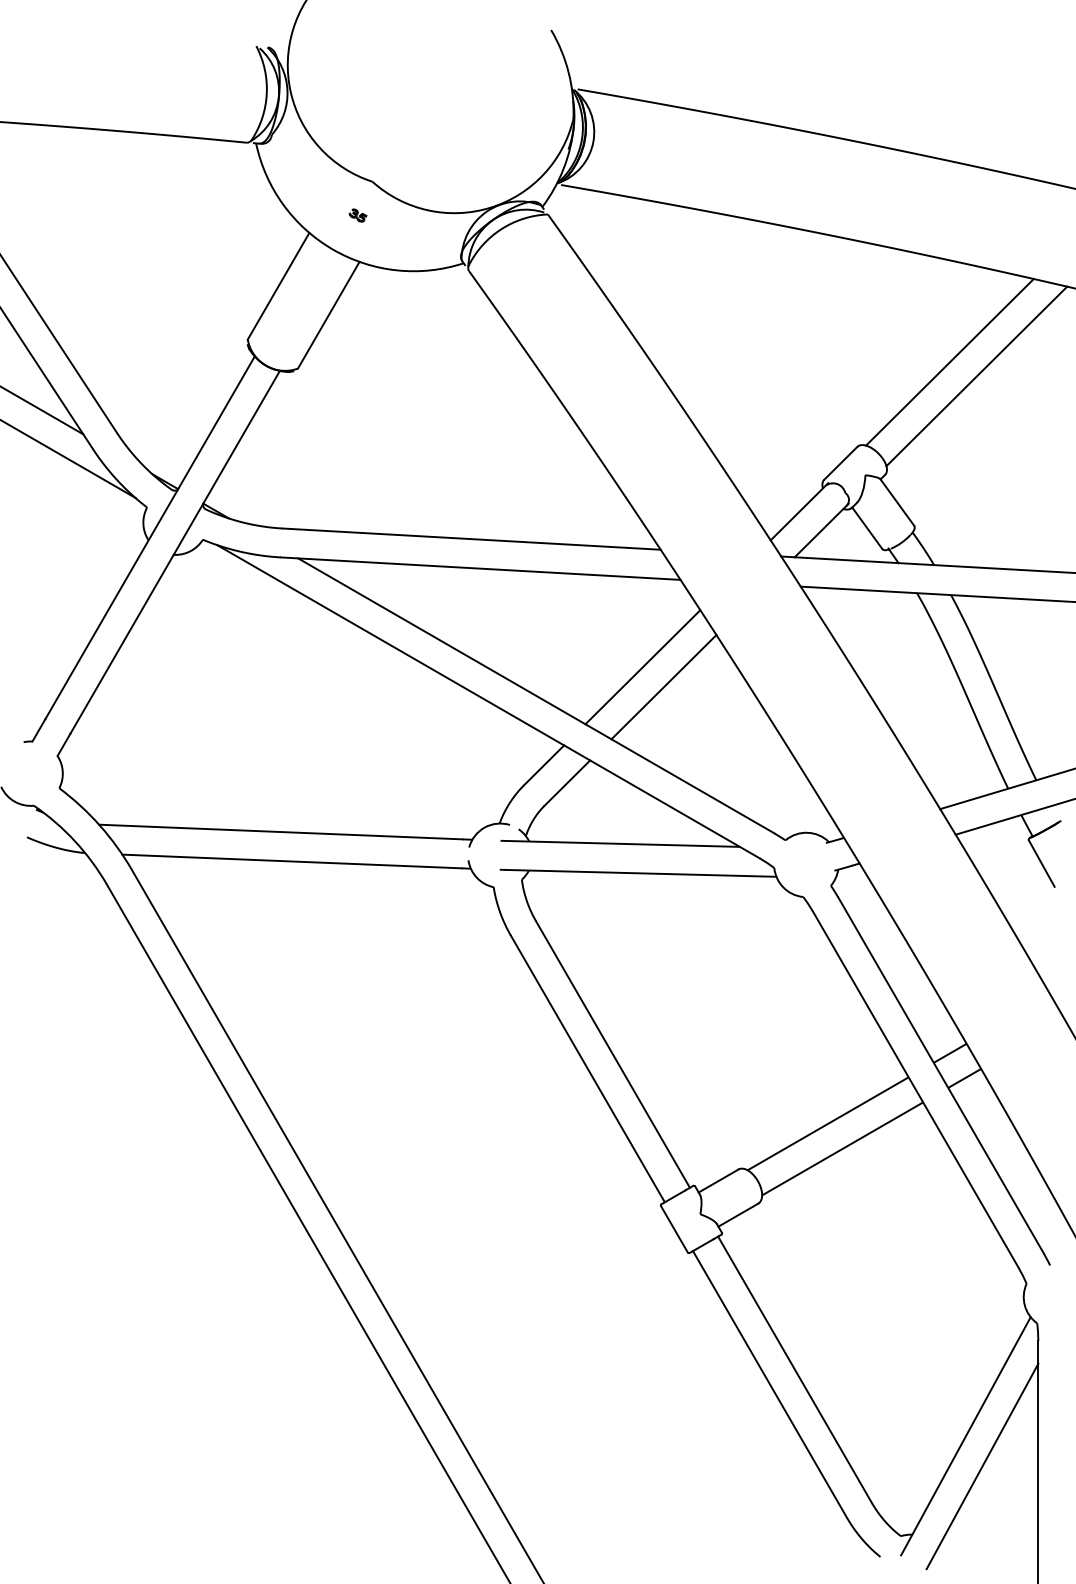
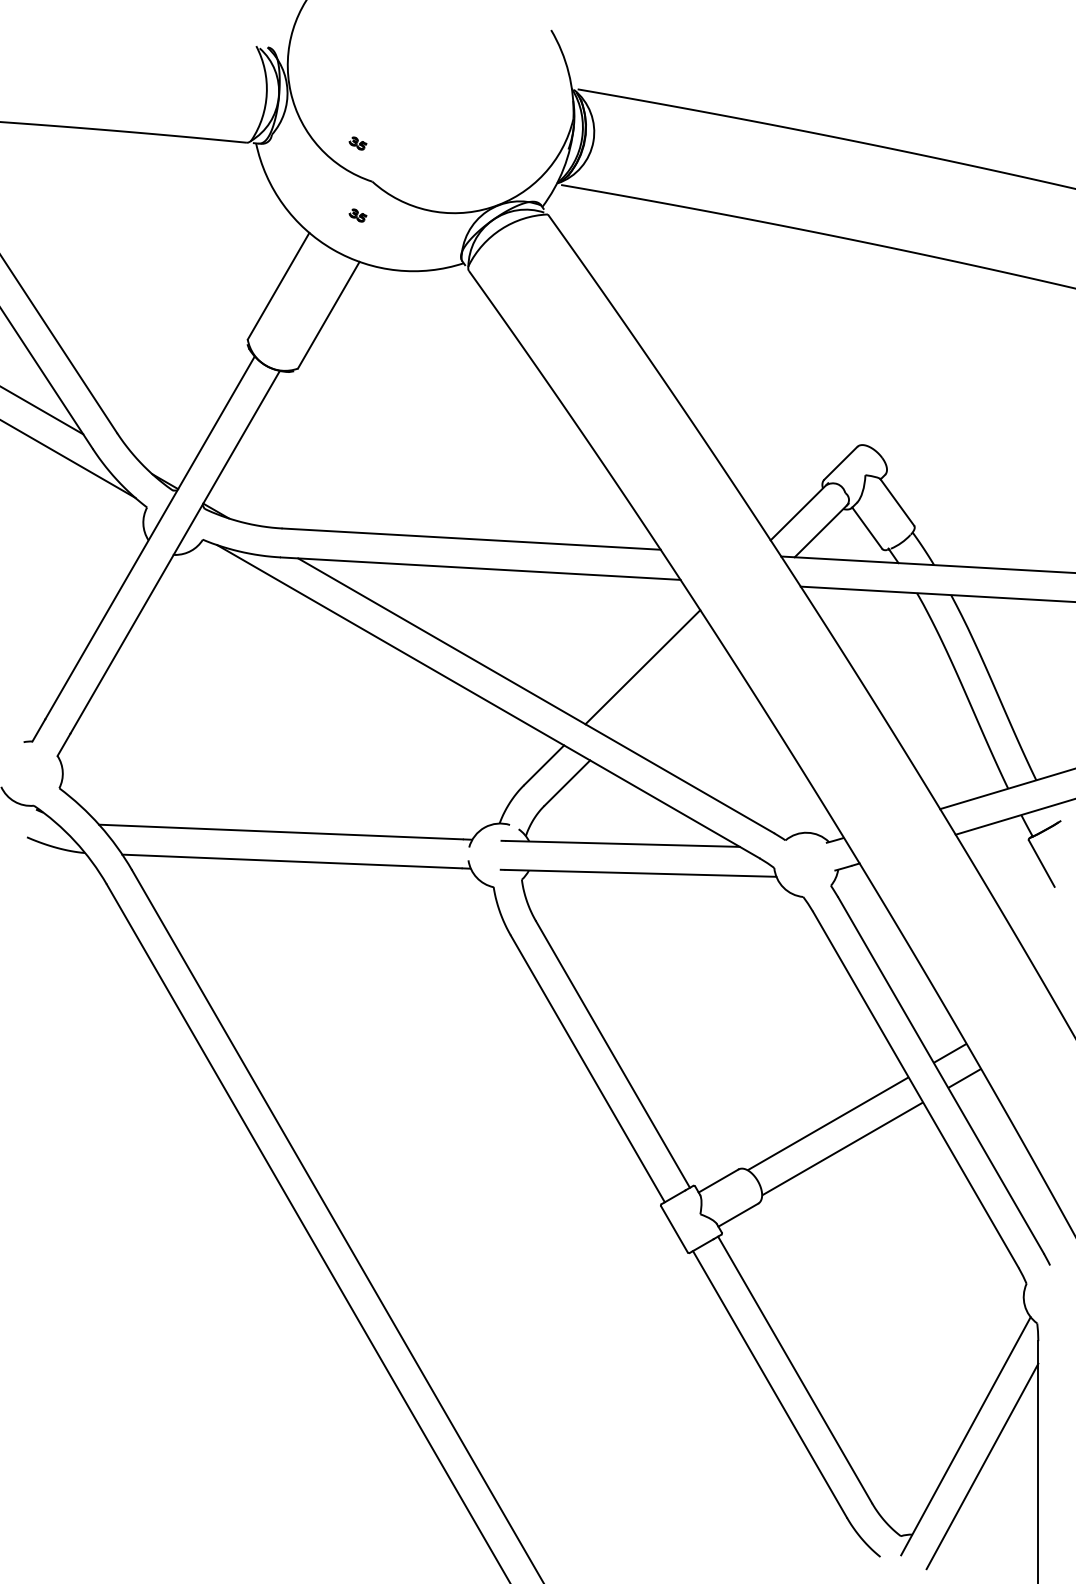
part at (357, 143): none -> present
line at (949, 362): present -> none
line at (976, 376): present -> none
line at (663, 687): present -> none
